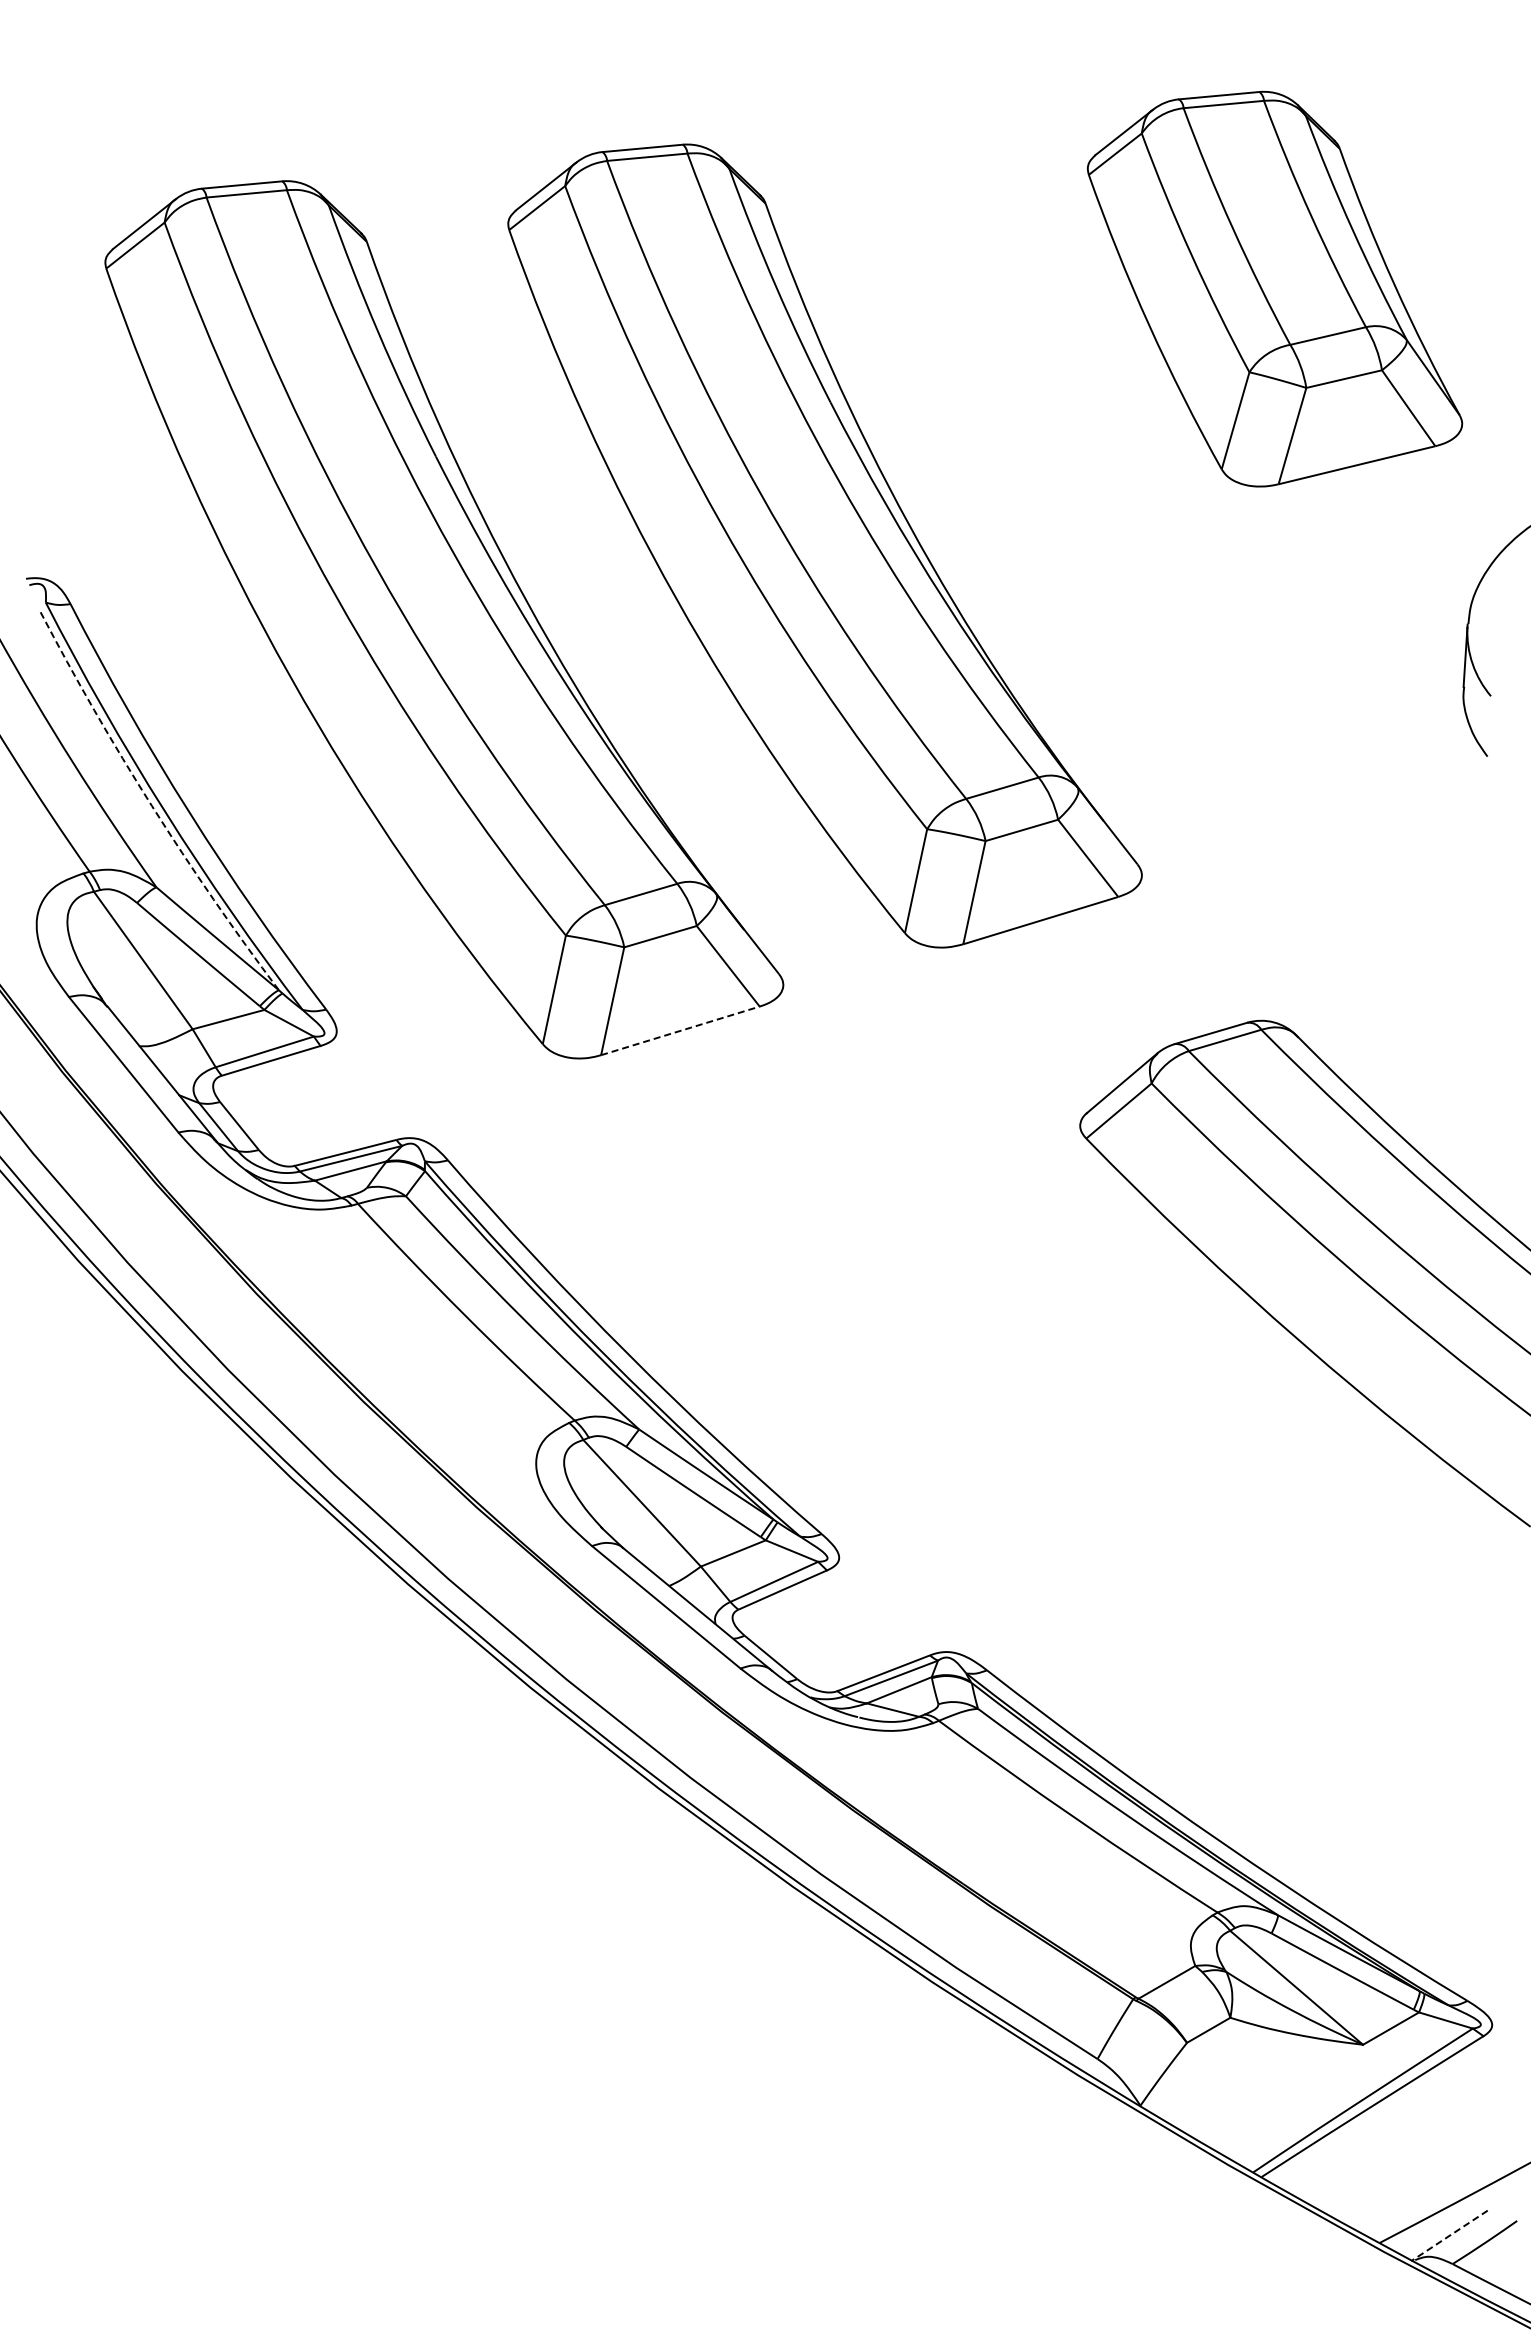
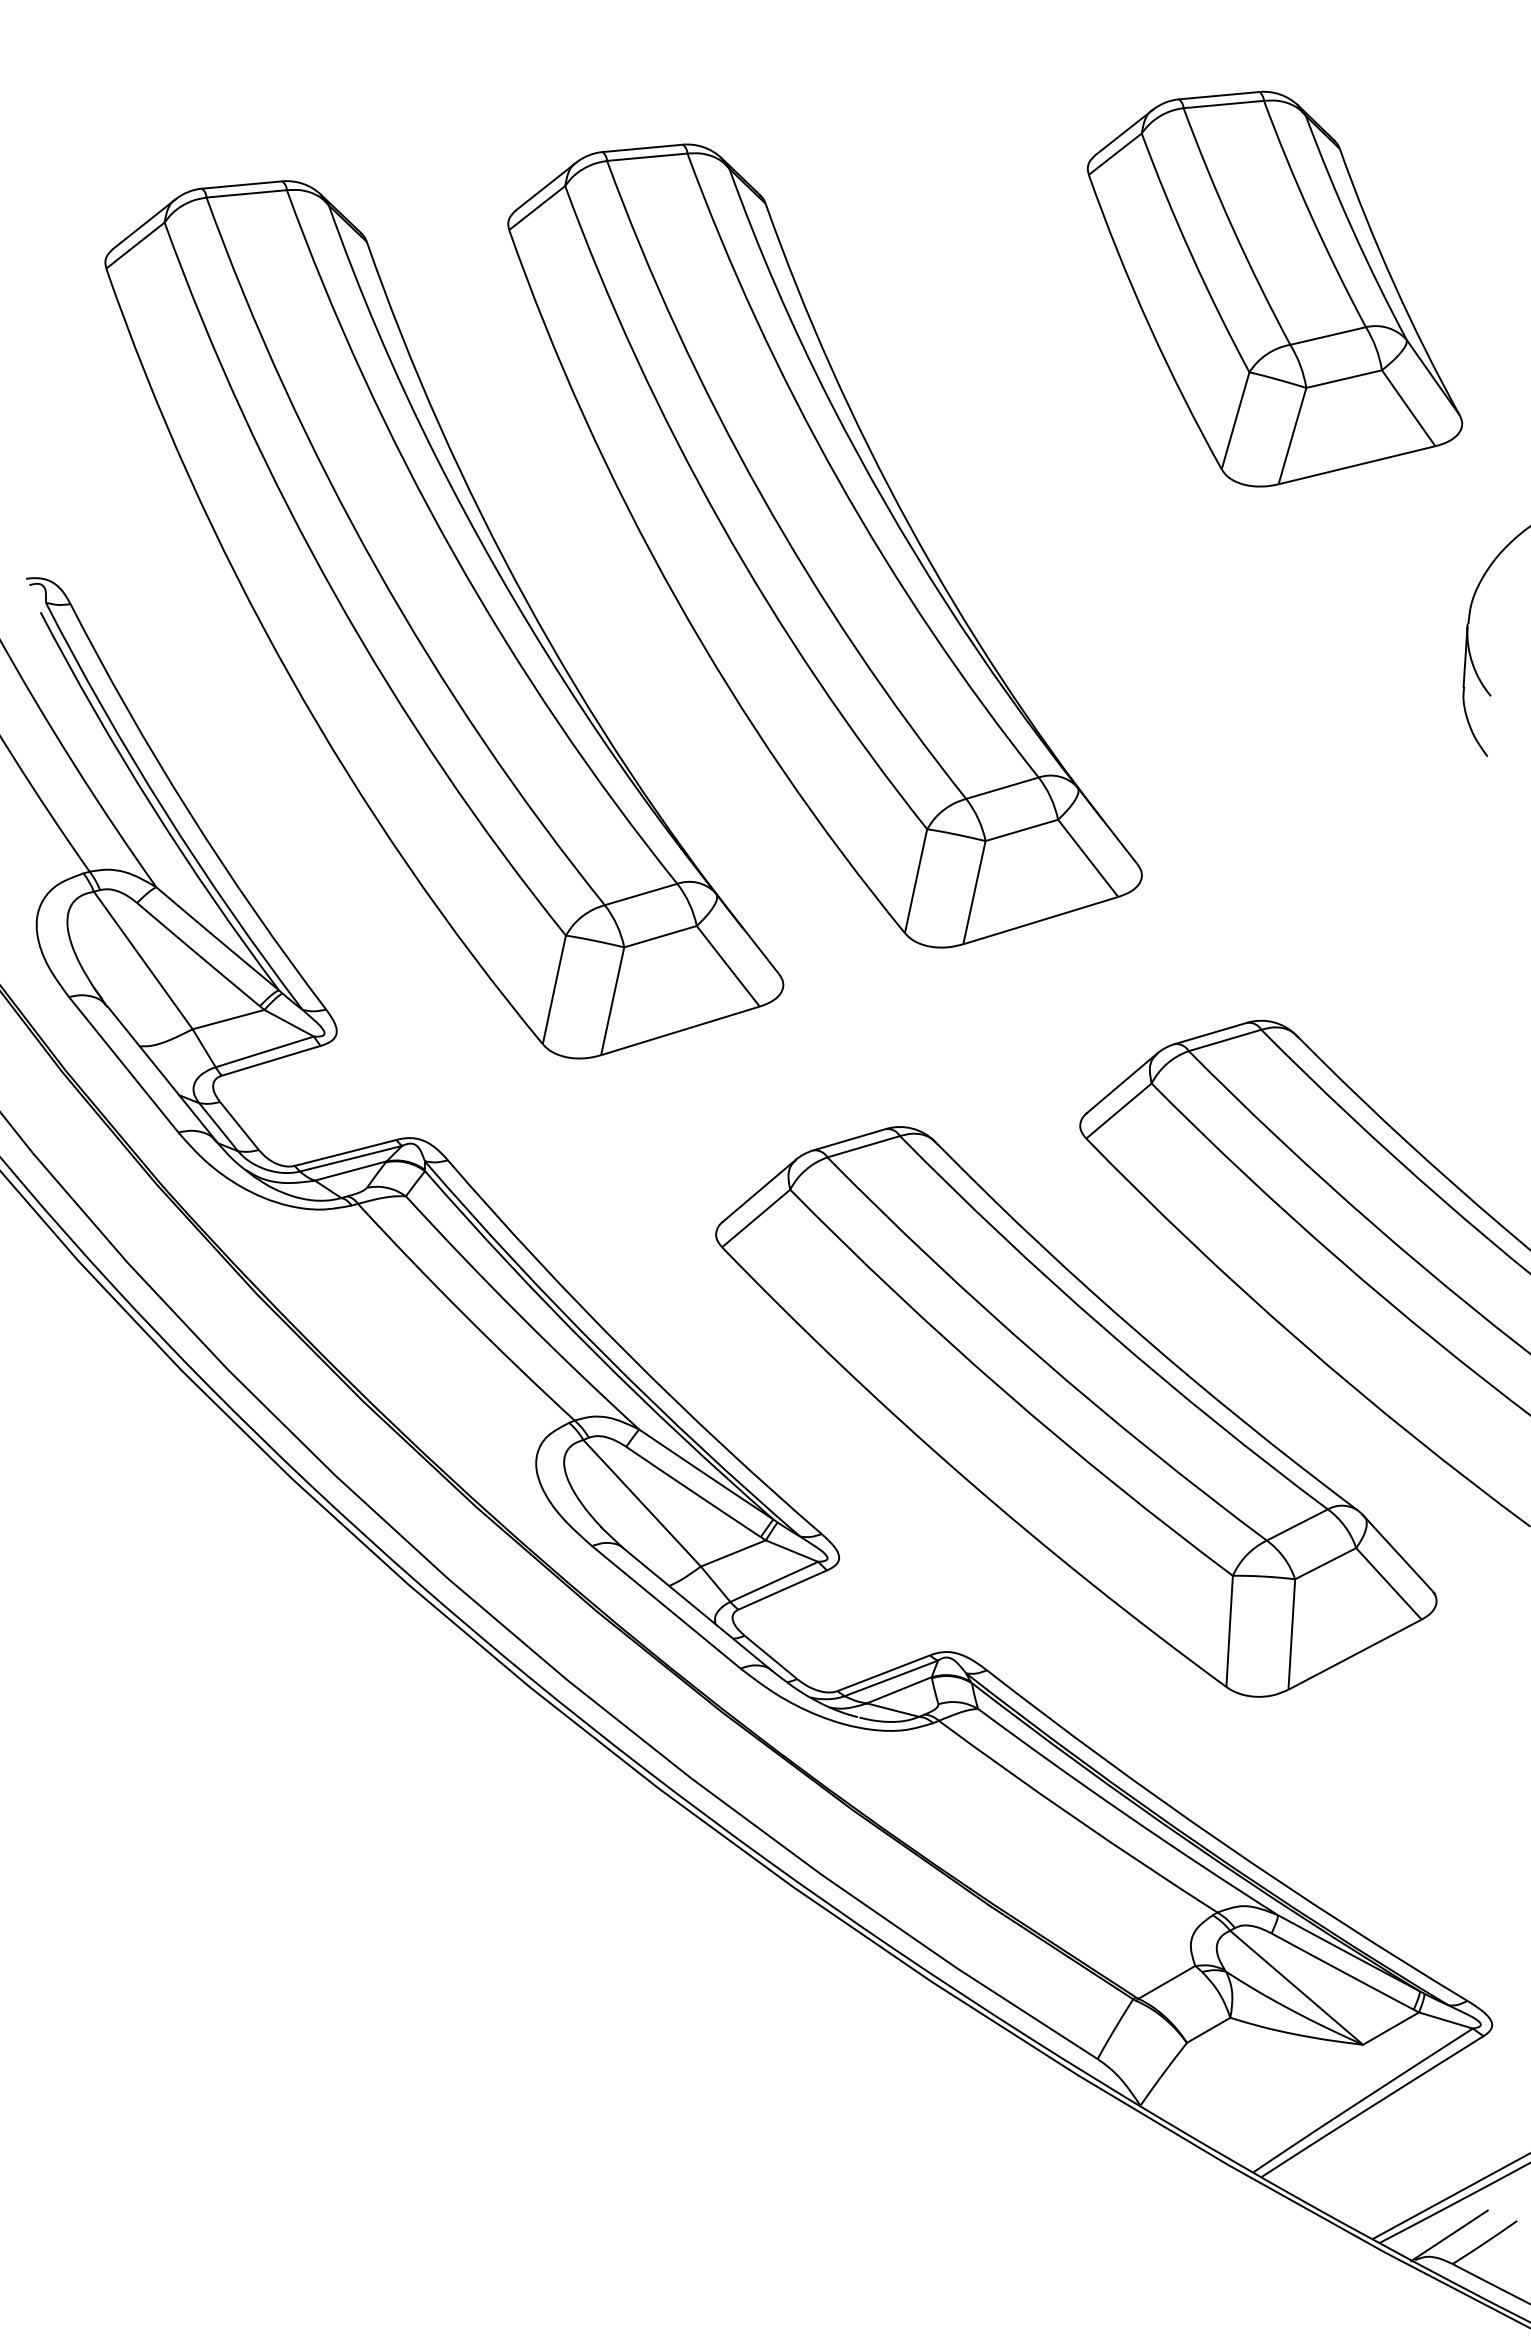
arc at (152, 806): dashed -> solid
line at (681, 1030): dashed -> solid
part at (1076, 1411): none -> present
line at (1449, 2196): none -> present
line at (1449, 2235): dashed -> solid
